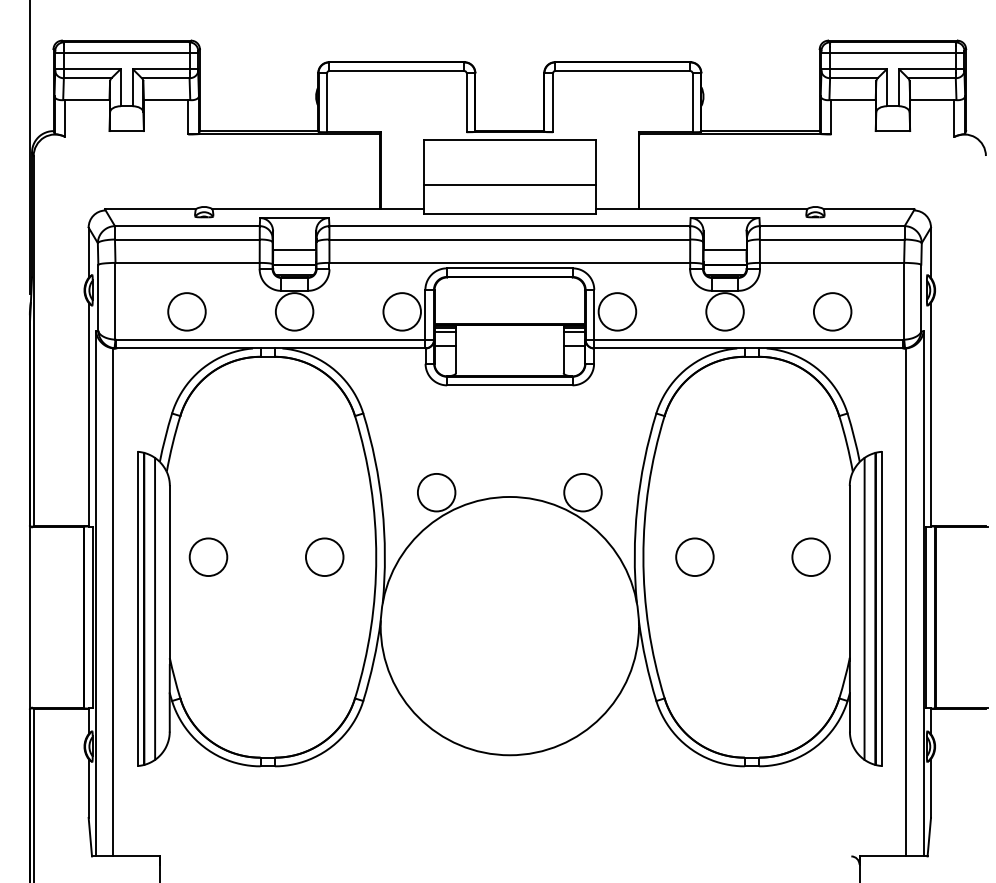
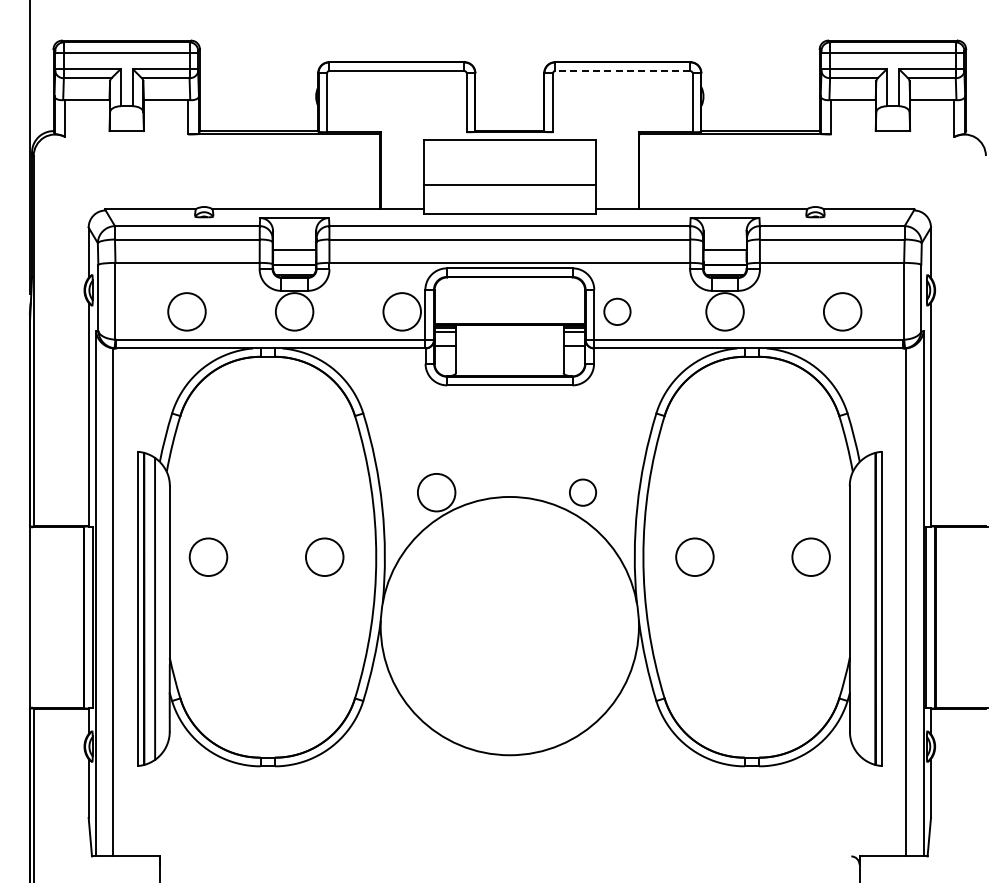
line at (622, 71): solid -> dashed
circle at (617, 311) diameter: 38 px -> 26 px
circle at (832, 311) position: (832, 311) -> (842, 311)
circle at (582, 492) diameter: 38 px -> 26 px
line at (864, 608): present -> none
